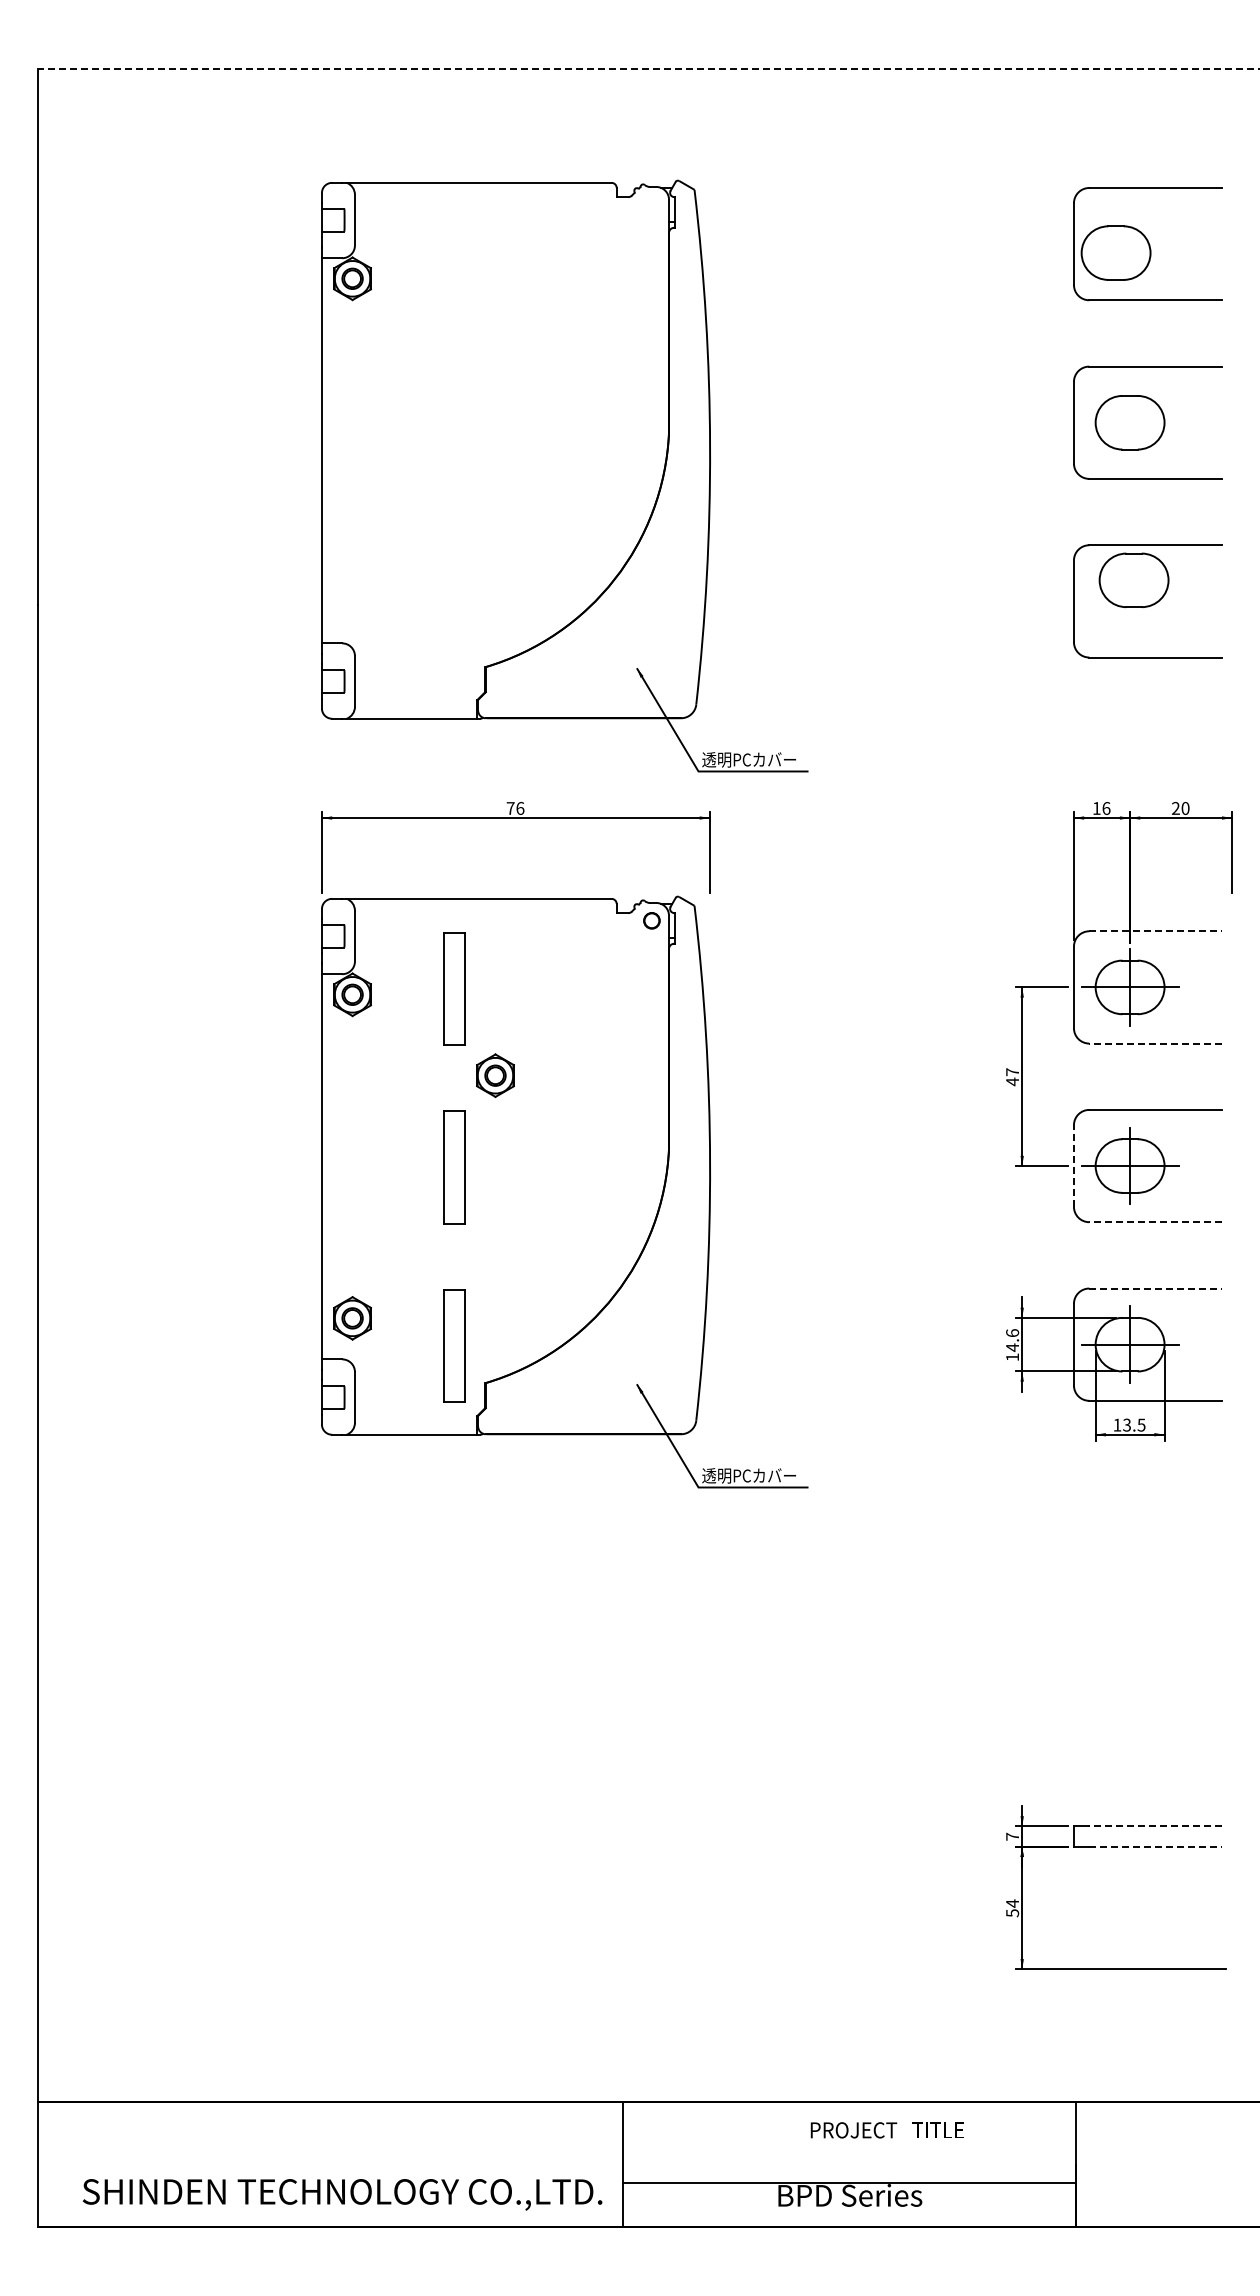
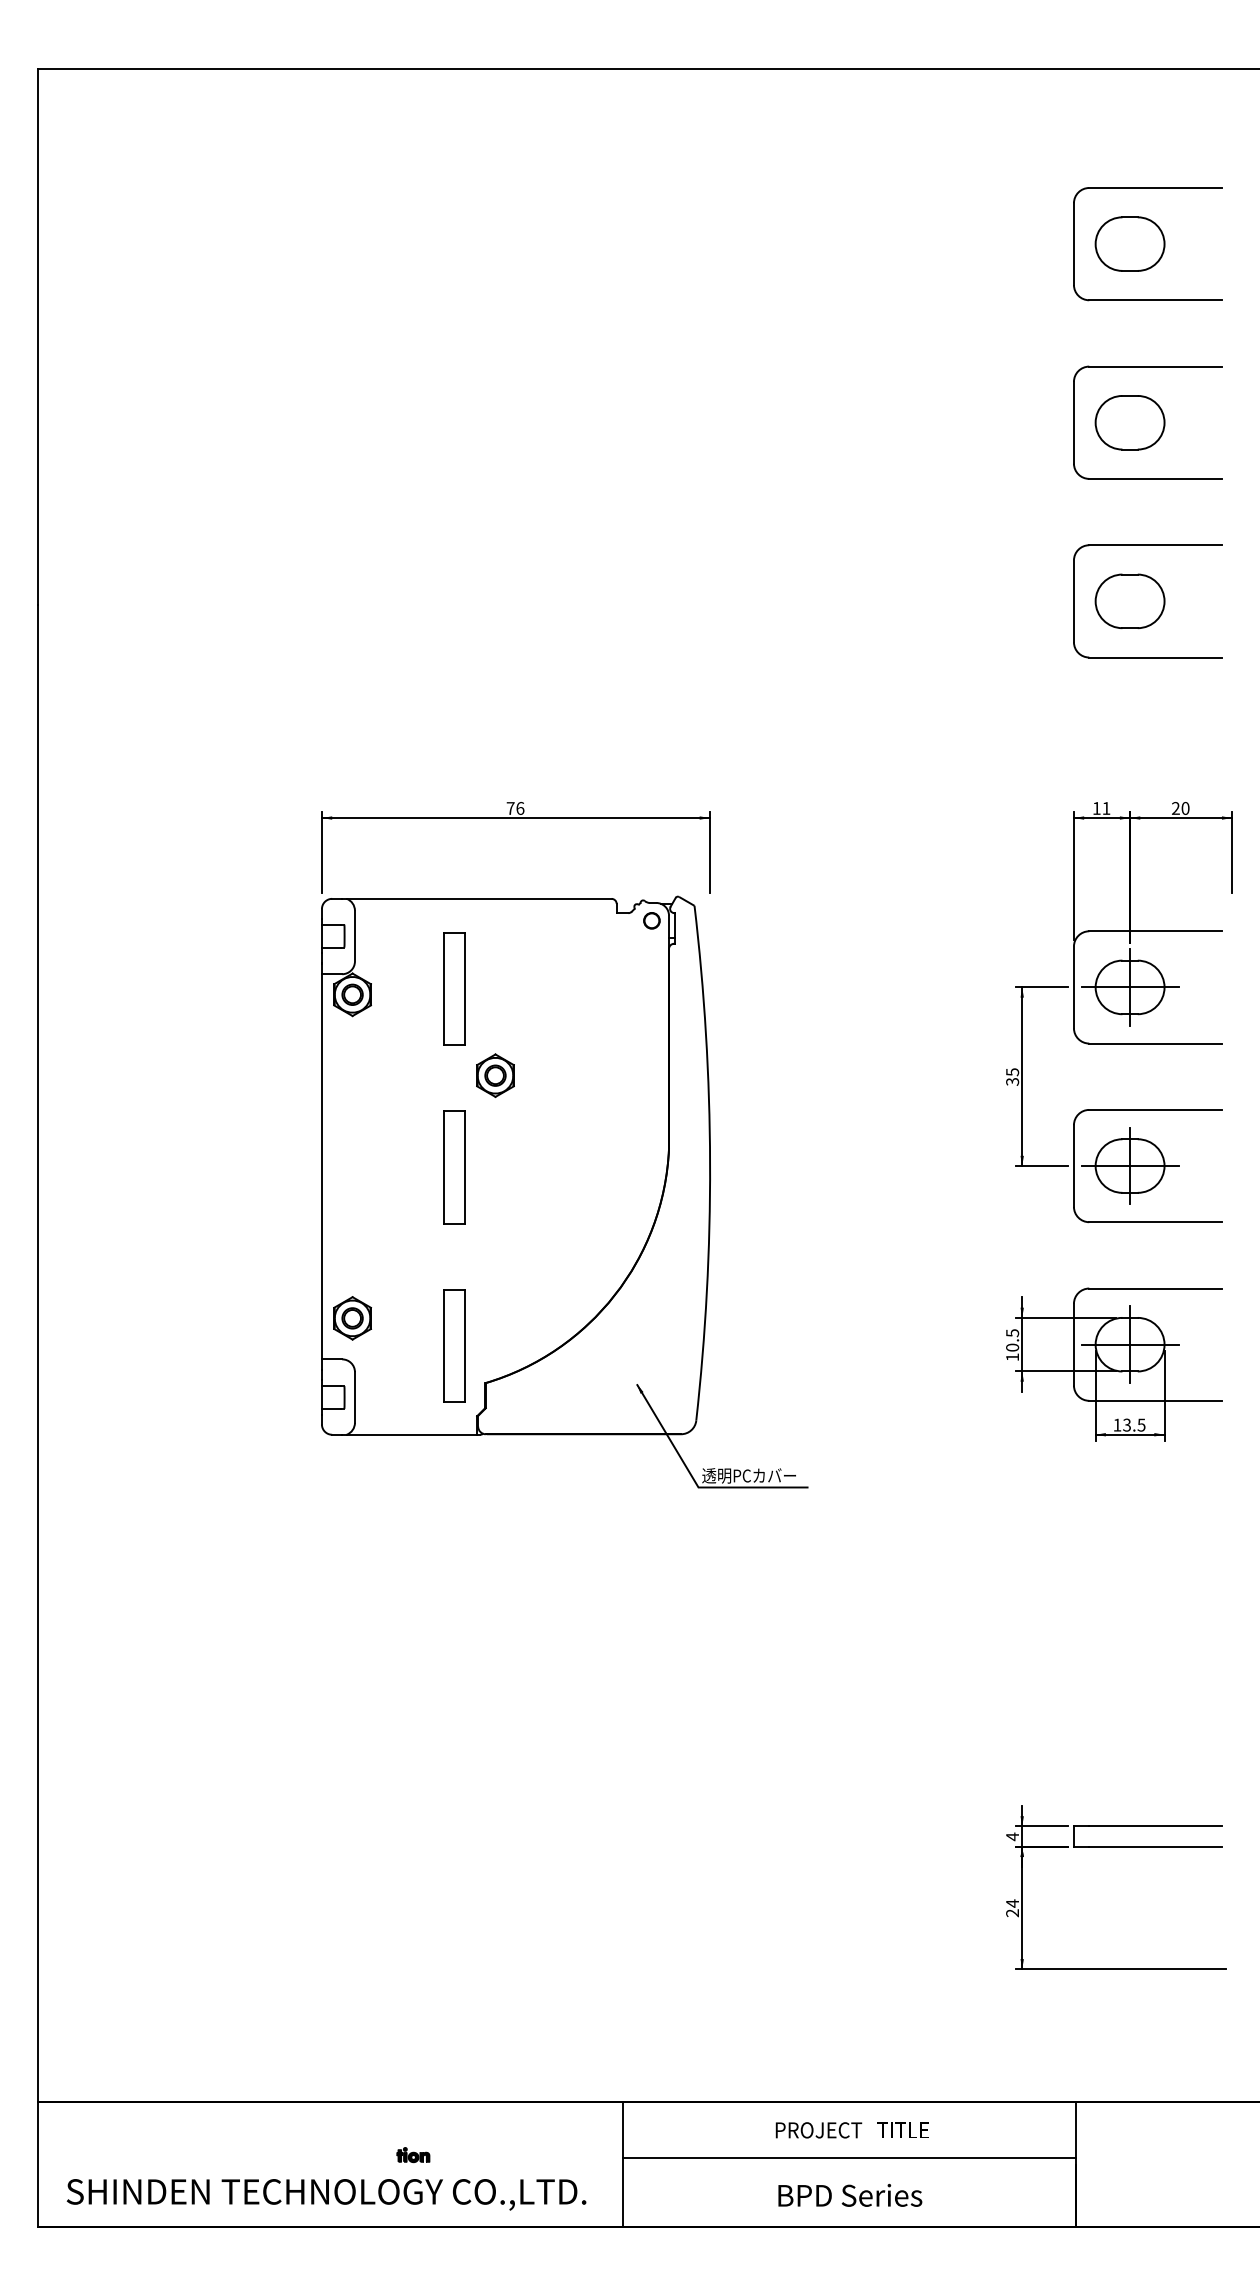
line at (648, 68): dashed -> solid
part at (1115, 252) position: (1115, 252) -> (1129, 243)
part at (564, 475): present -> none
part at (1133, 579) position: (1133, 579) -> (1129, 600)
text at (1106, 808): 16 -> 11
line at (1156, 931): dashed -> solid
line at (1155, 1043): dashed -> solid
text at (1012, 1077): 47 -> 35
line at (1073, 1166): dashed -> solid
line at (1155, 1222): dashed -> solid
line at (1156, 1288): dashed -> solid
text at (1012, 1340): 14.6 -> 10.5
line at (1155, 1826): dashed -> solid
text at (1012, 1836): 7 -> 4
line at (1156, 1846): dashed -> solid
text at (1012, 1913): 54 -> 24
text at (886, 2130) position: (886, 2130) -> (851, 2130)
part at (413, 2155): none -> present
line at (849, 2182) position: (849, 2182) -> (849, 2157)
text at (342, 2194) position: (342, 2194) -> (326, 2194)
